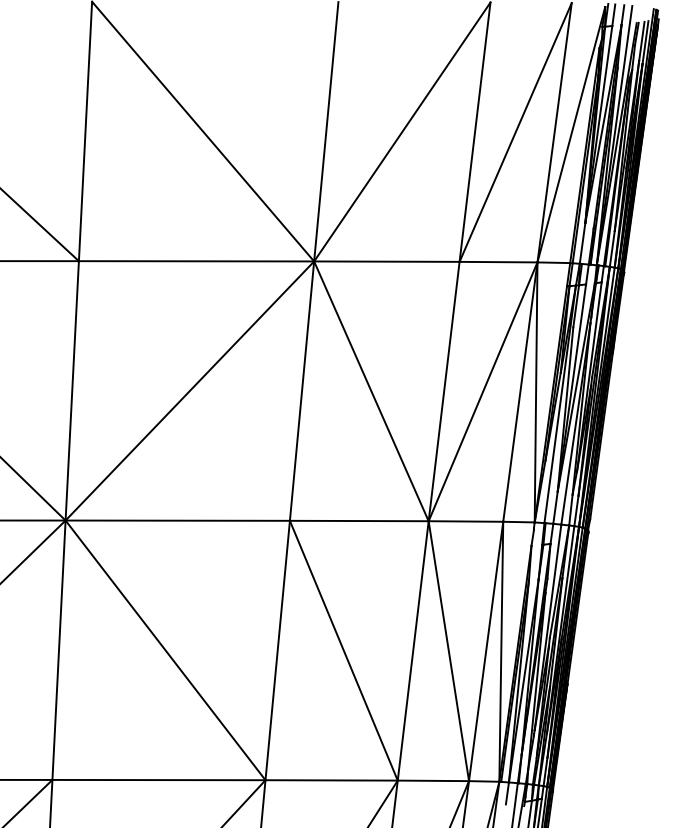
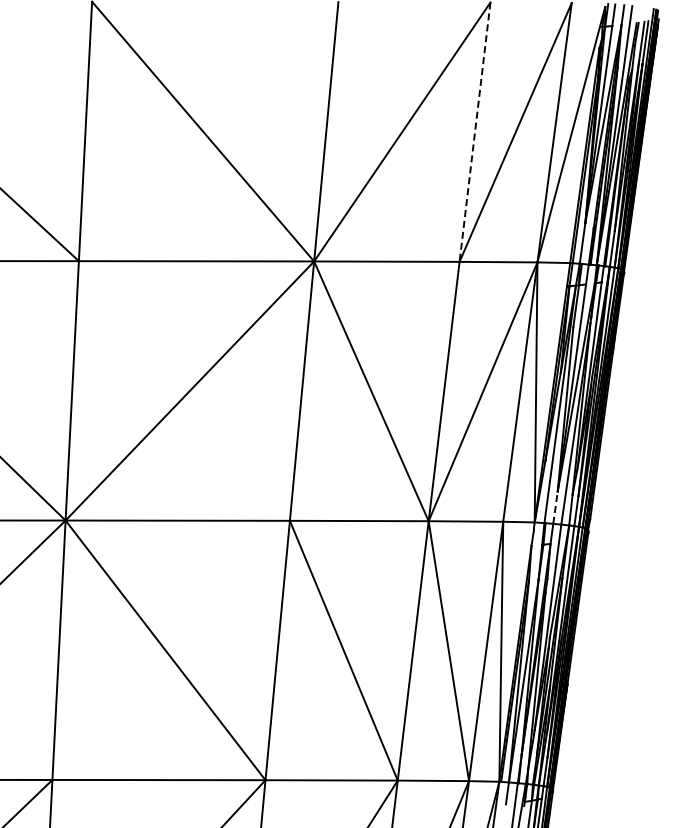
line at (475, 132): solid -> dashed
line at (555, 507): solid -> dashed
